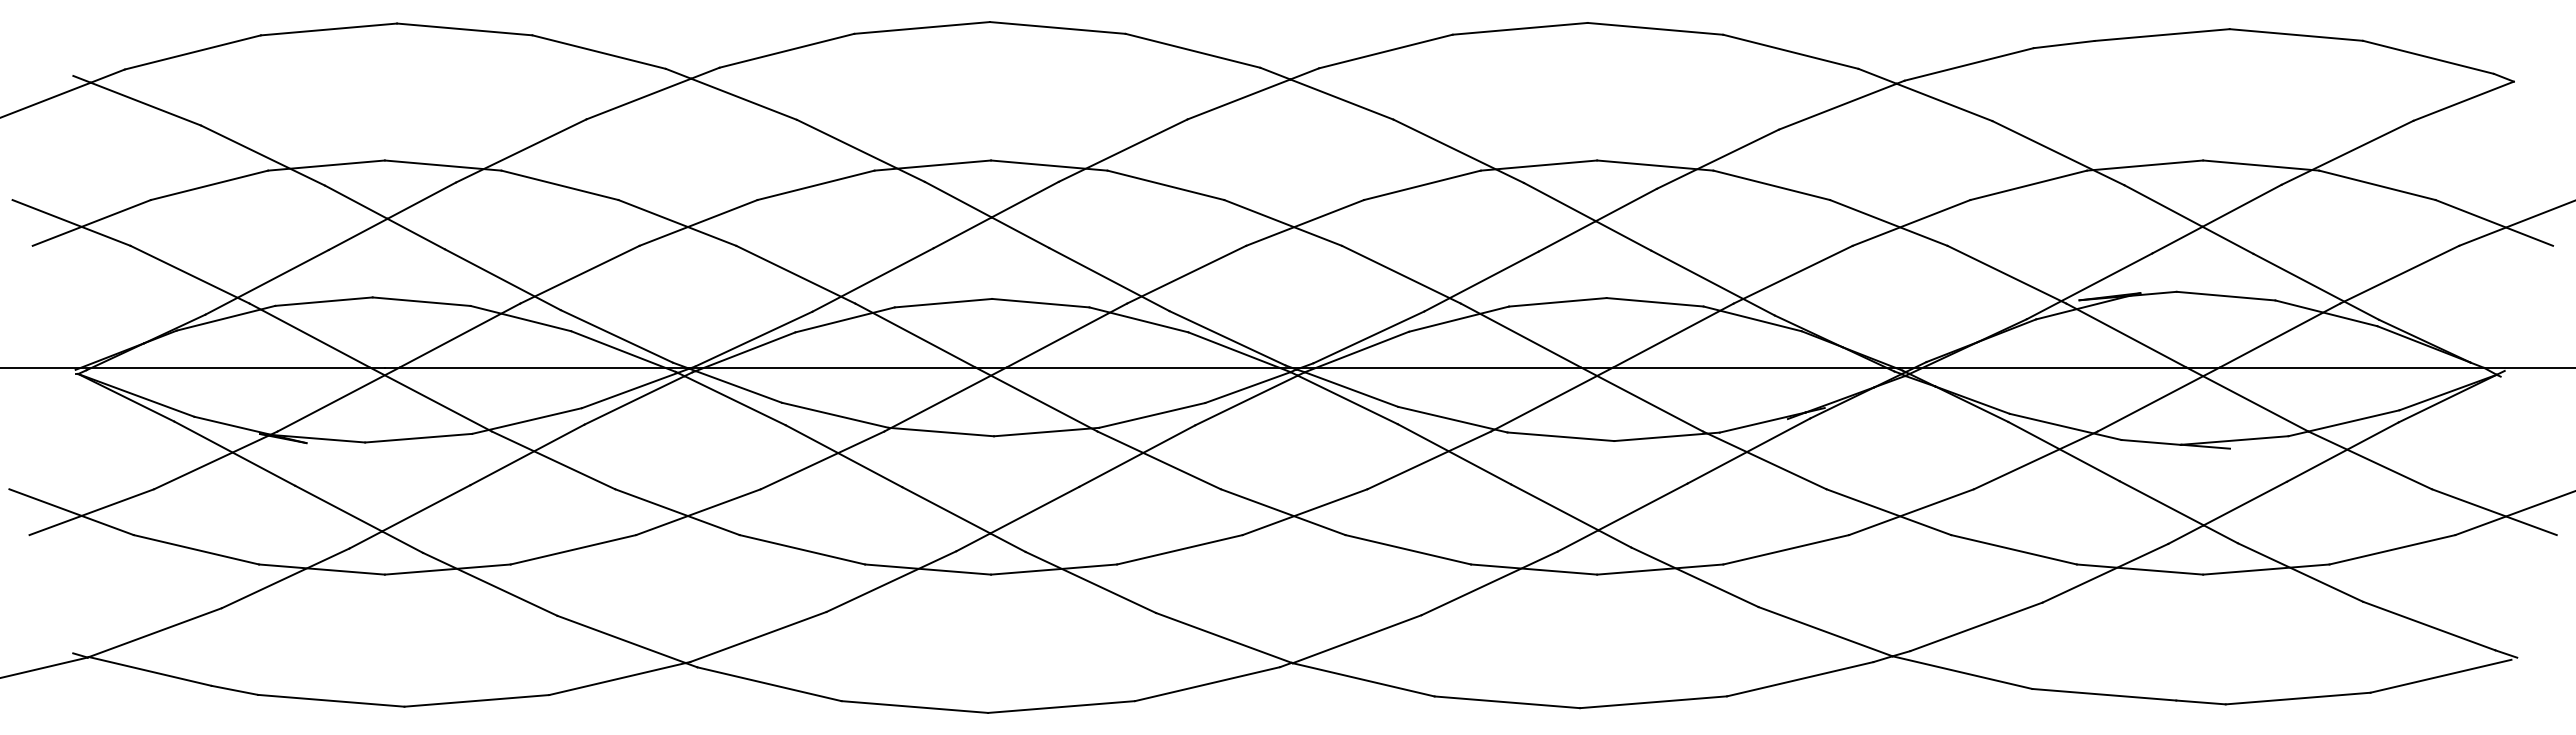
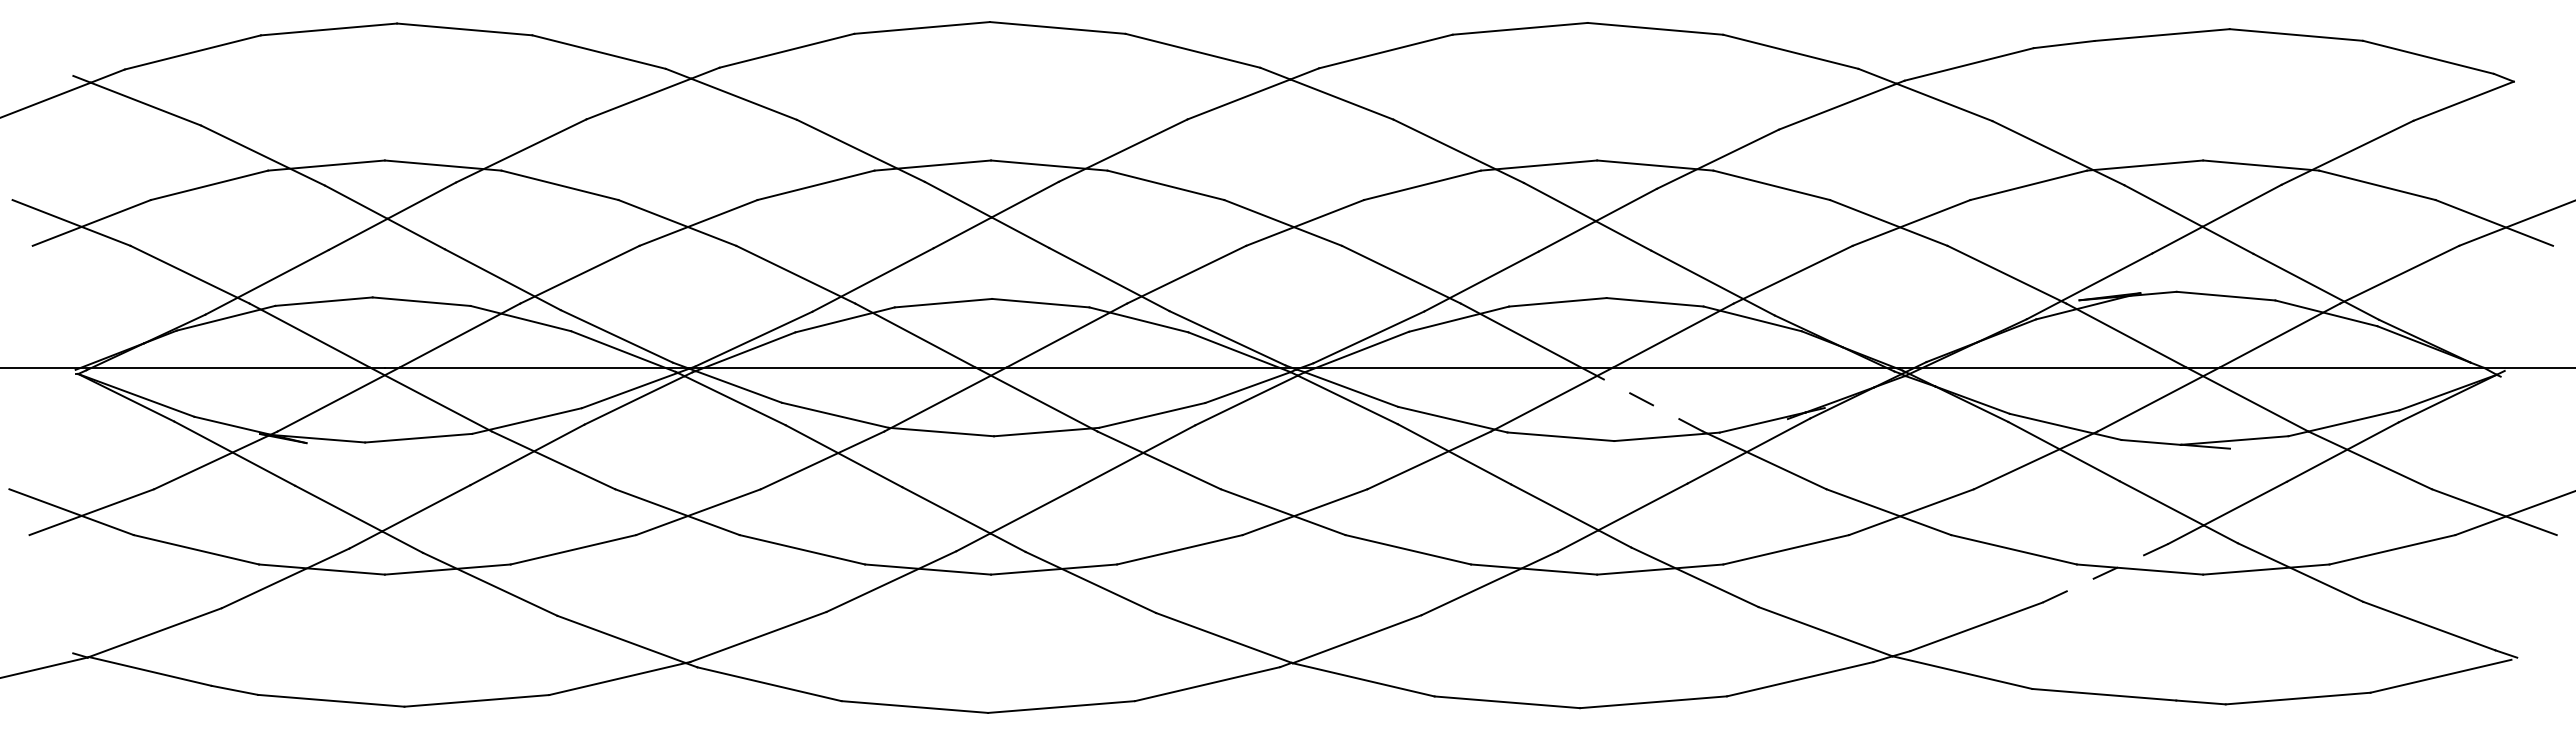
line at (1642, 399): solid -> dashed
line at (2105, 573): solid -> dashed
